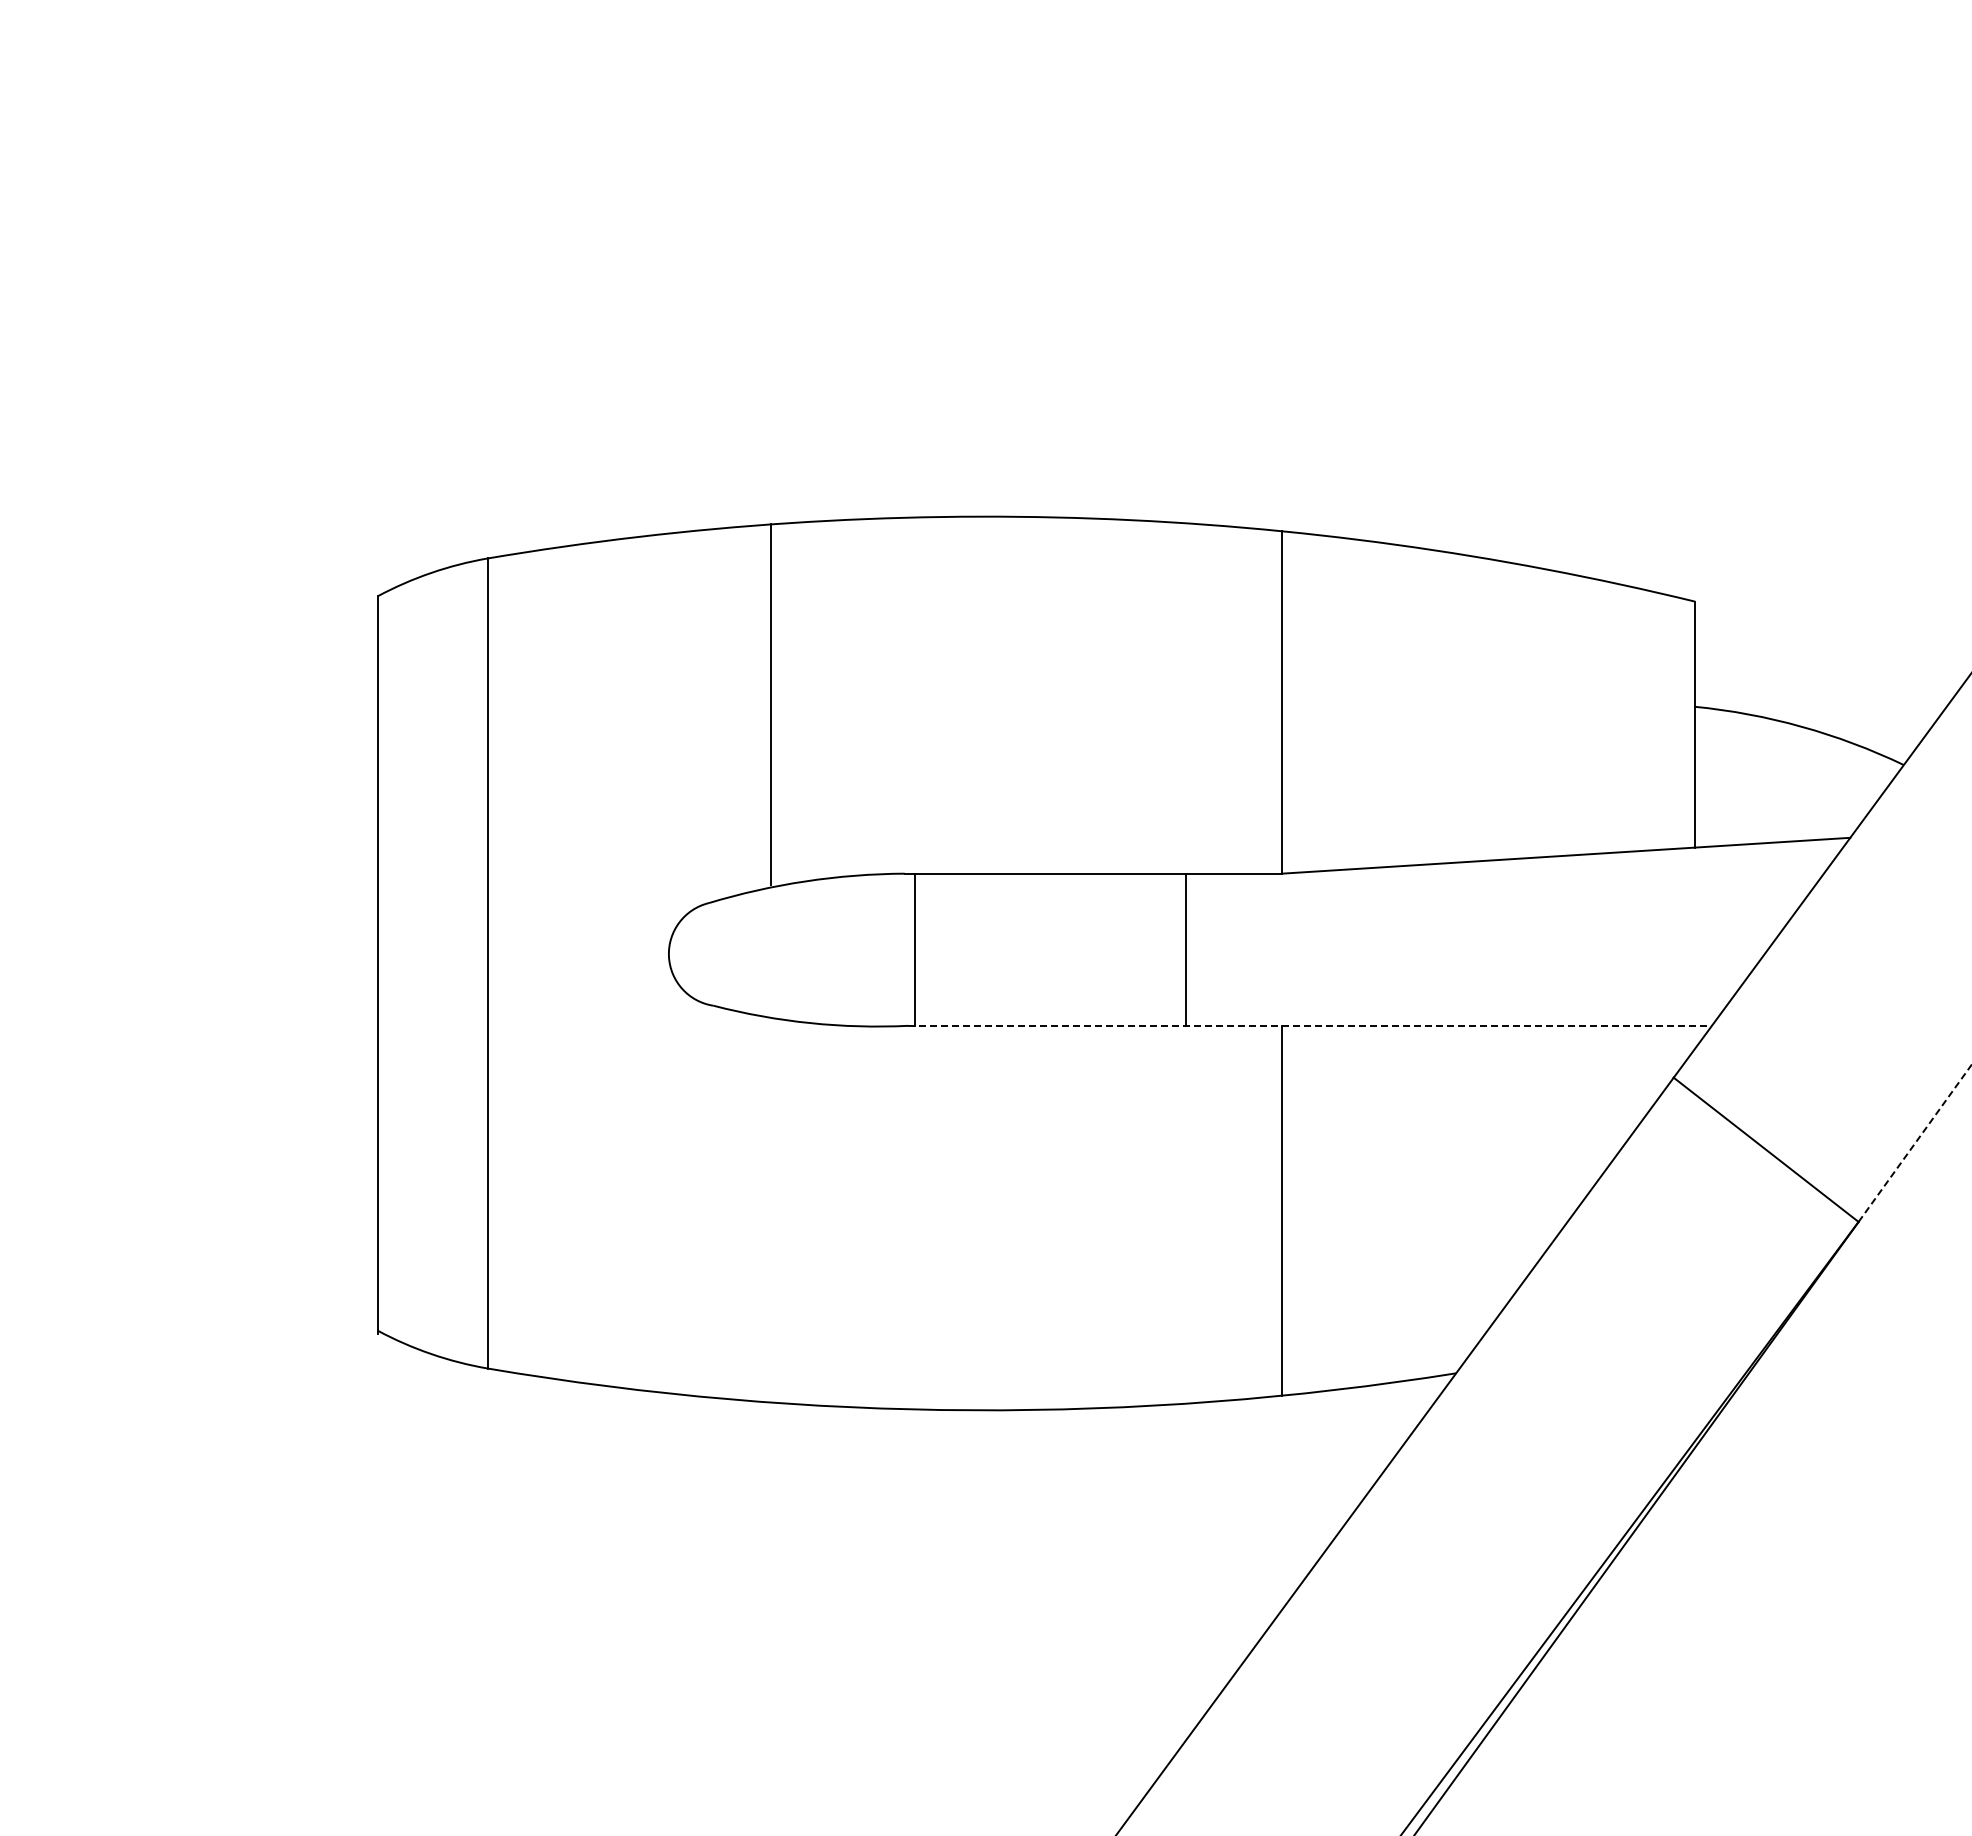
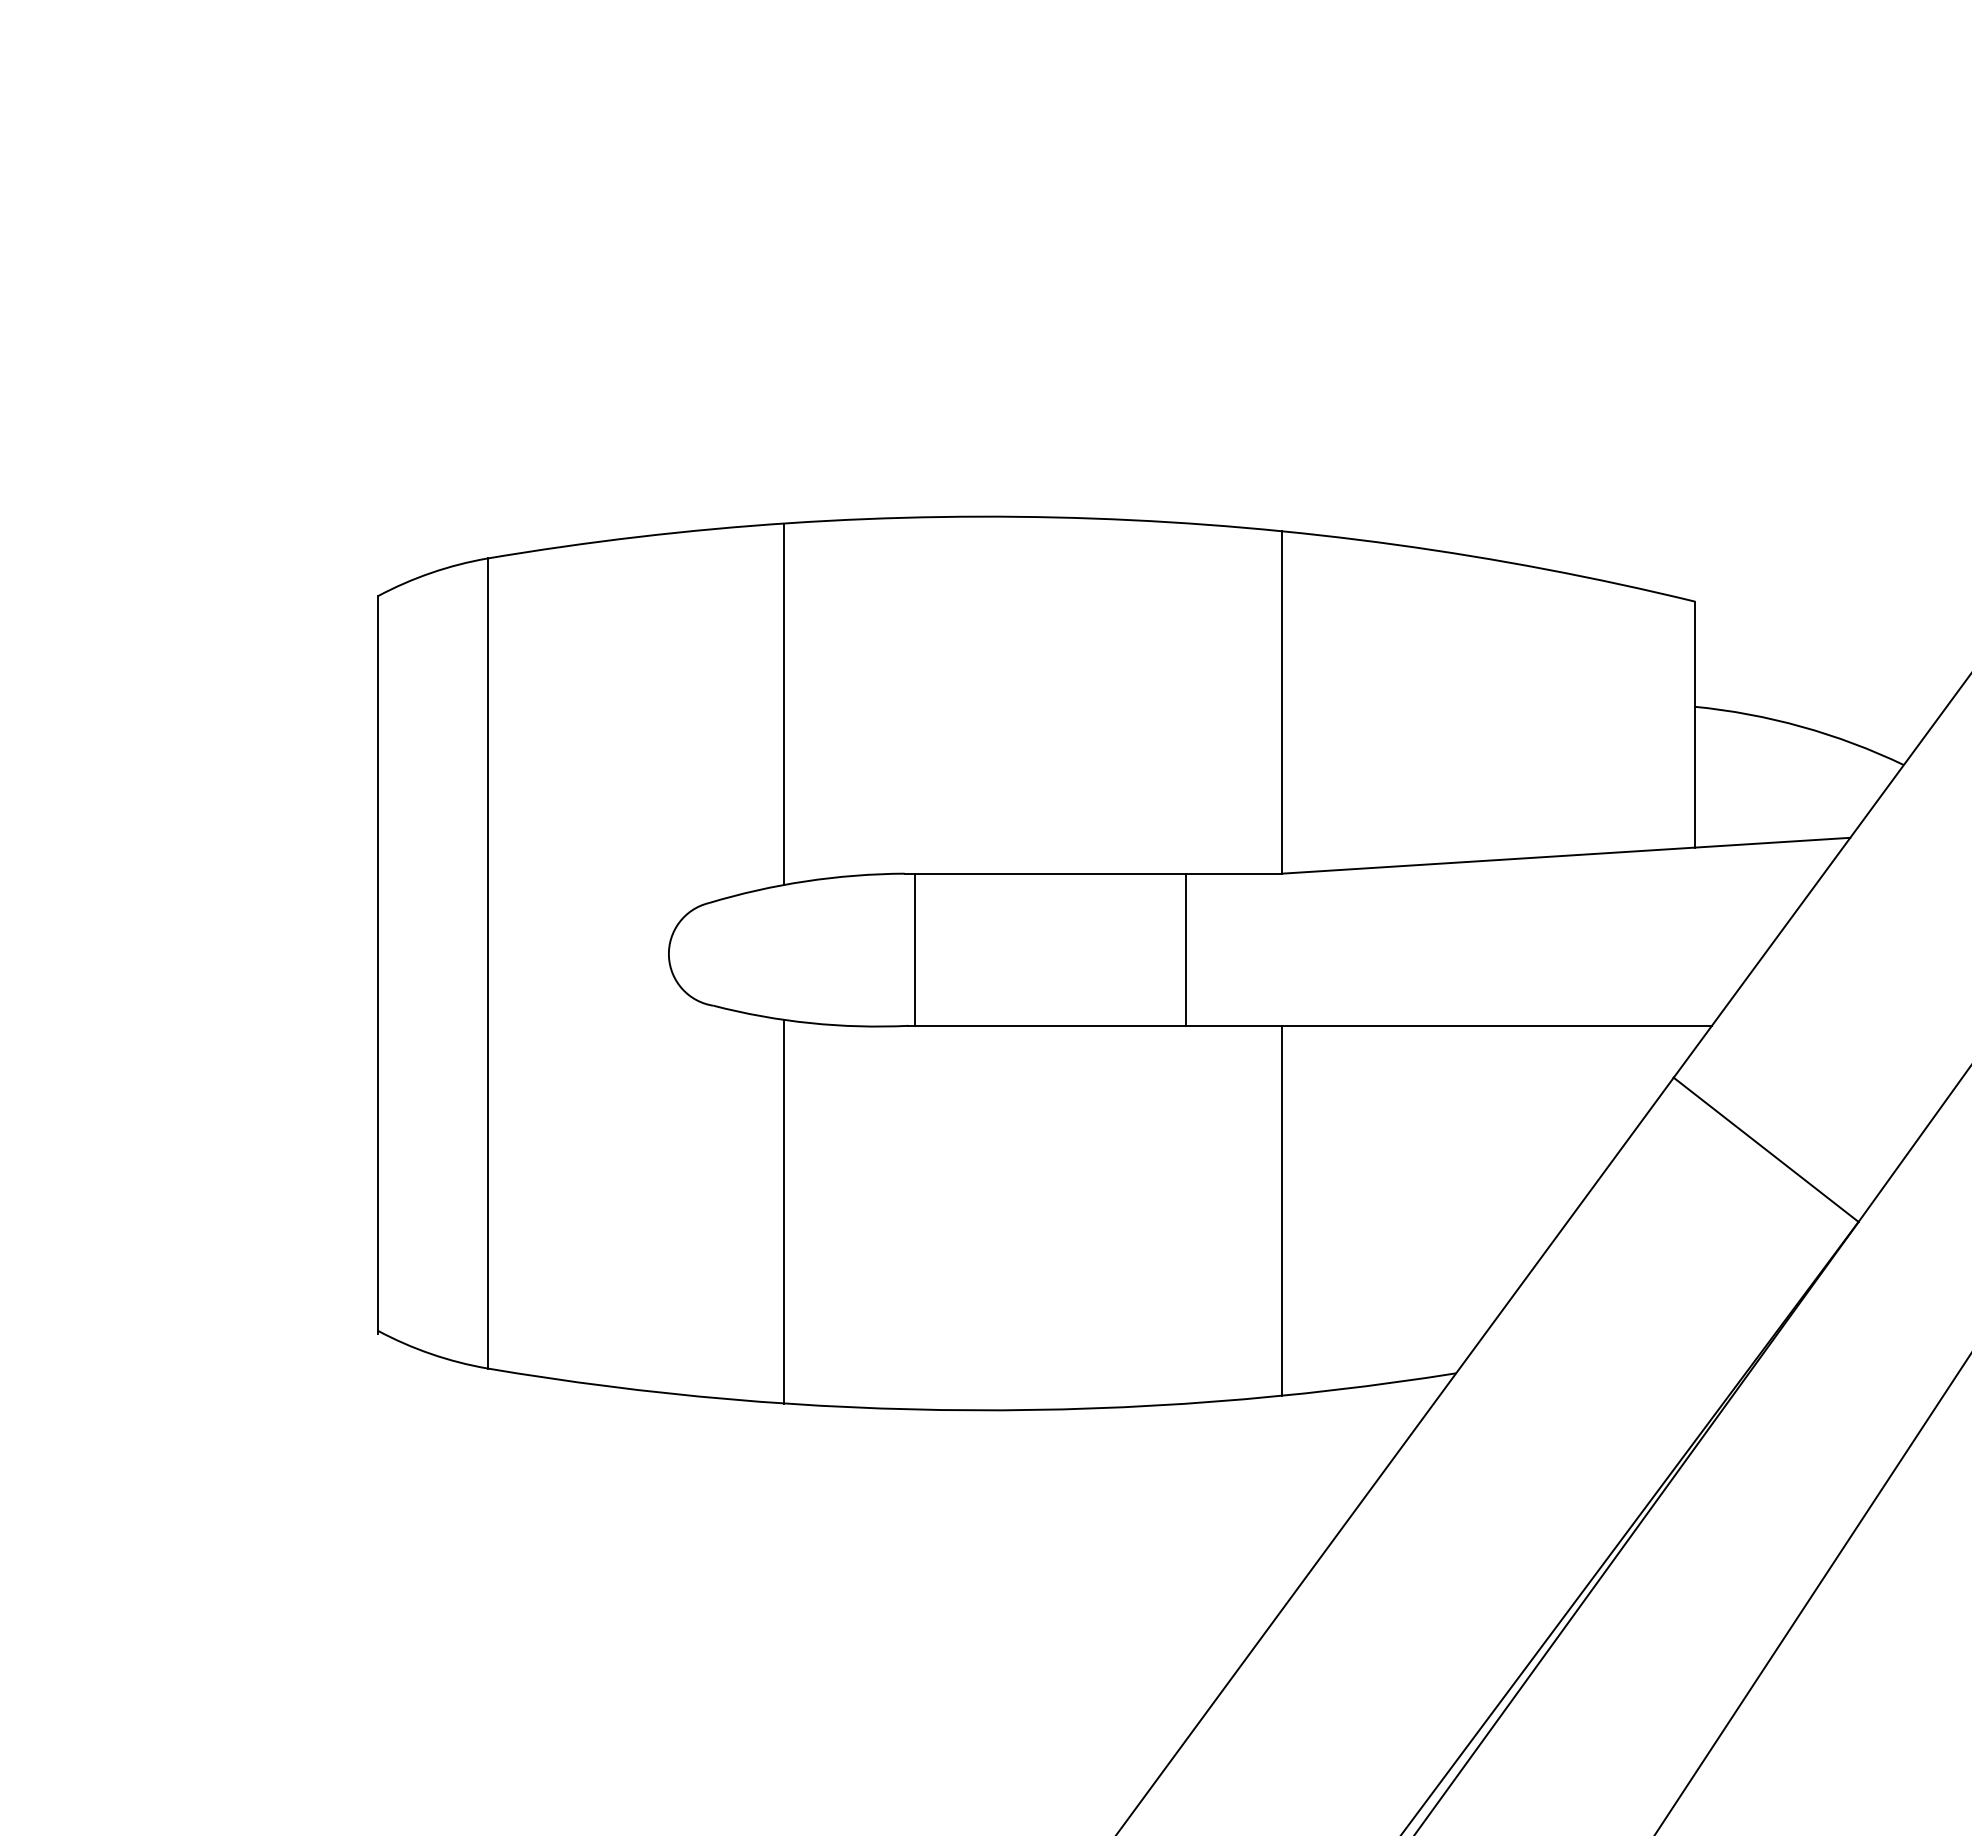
line at (771, 703) position: (771, 703) -> (784, 703)
line at (1310, 1025): dashed -> solid
line at (1915, 1143): dashed -> solid
line at (784, 1211): none -> present
line at (1812, 1594): none -> present
